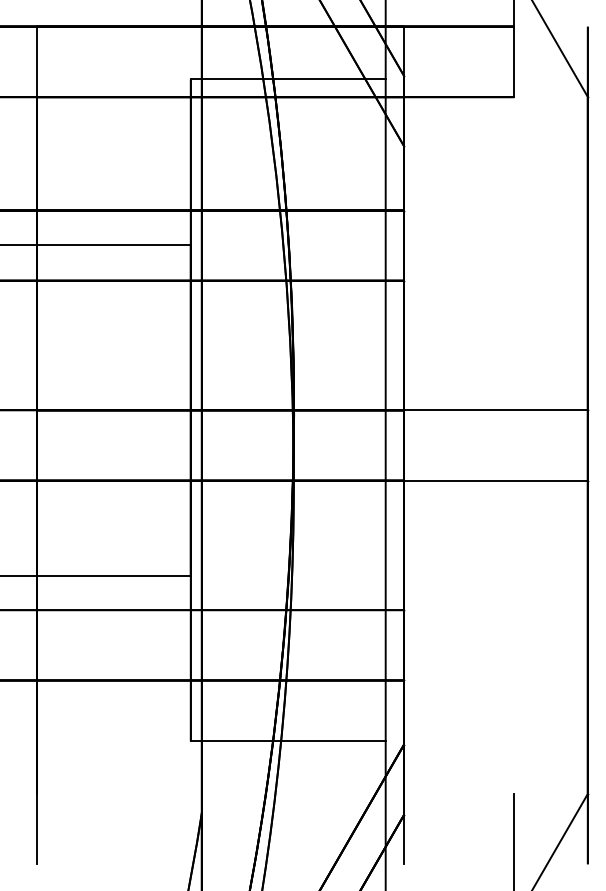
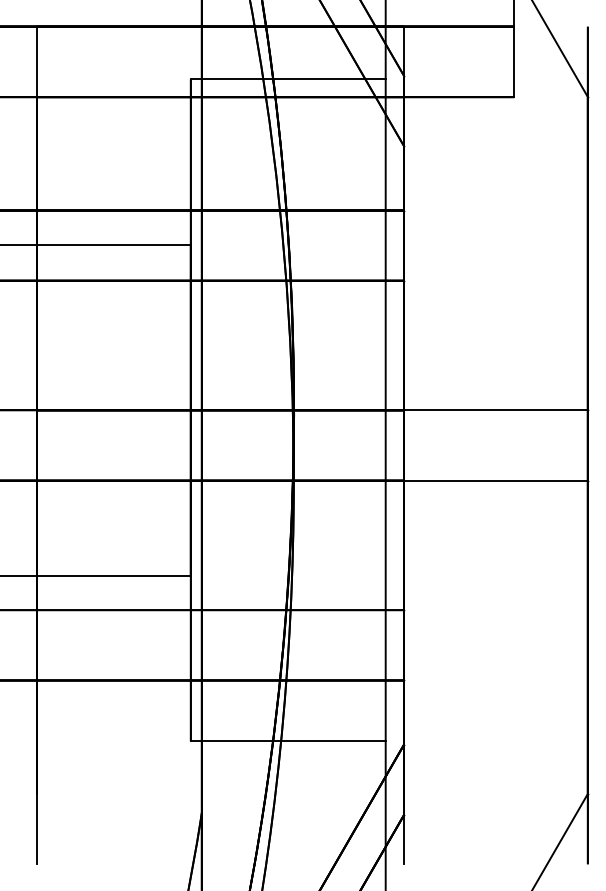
line at (514, 840): present -> none
